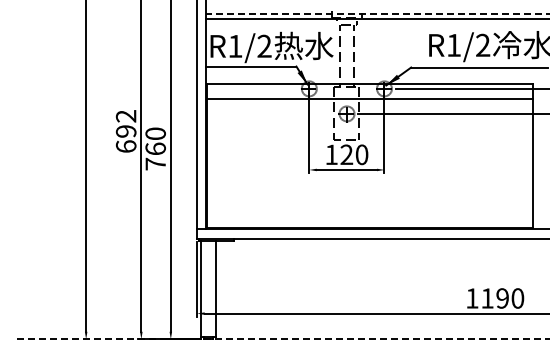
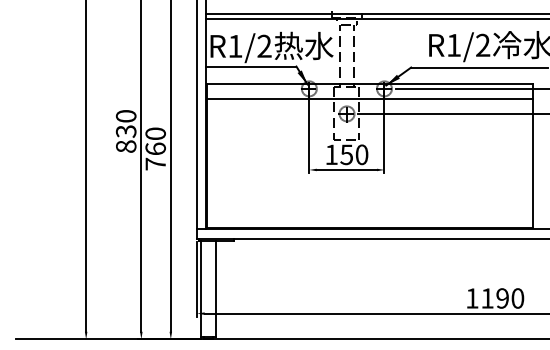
line at (377, 13): dashed -> solid
text at (126, 131): 692 -> 830
text at (346, 154): 120 -> 150
line at (282, 339): dashed -> solid
